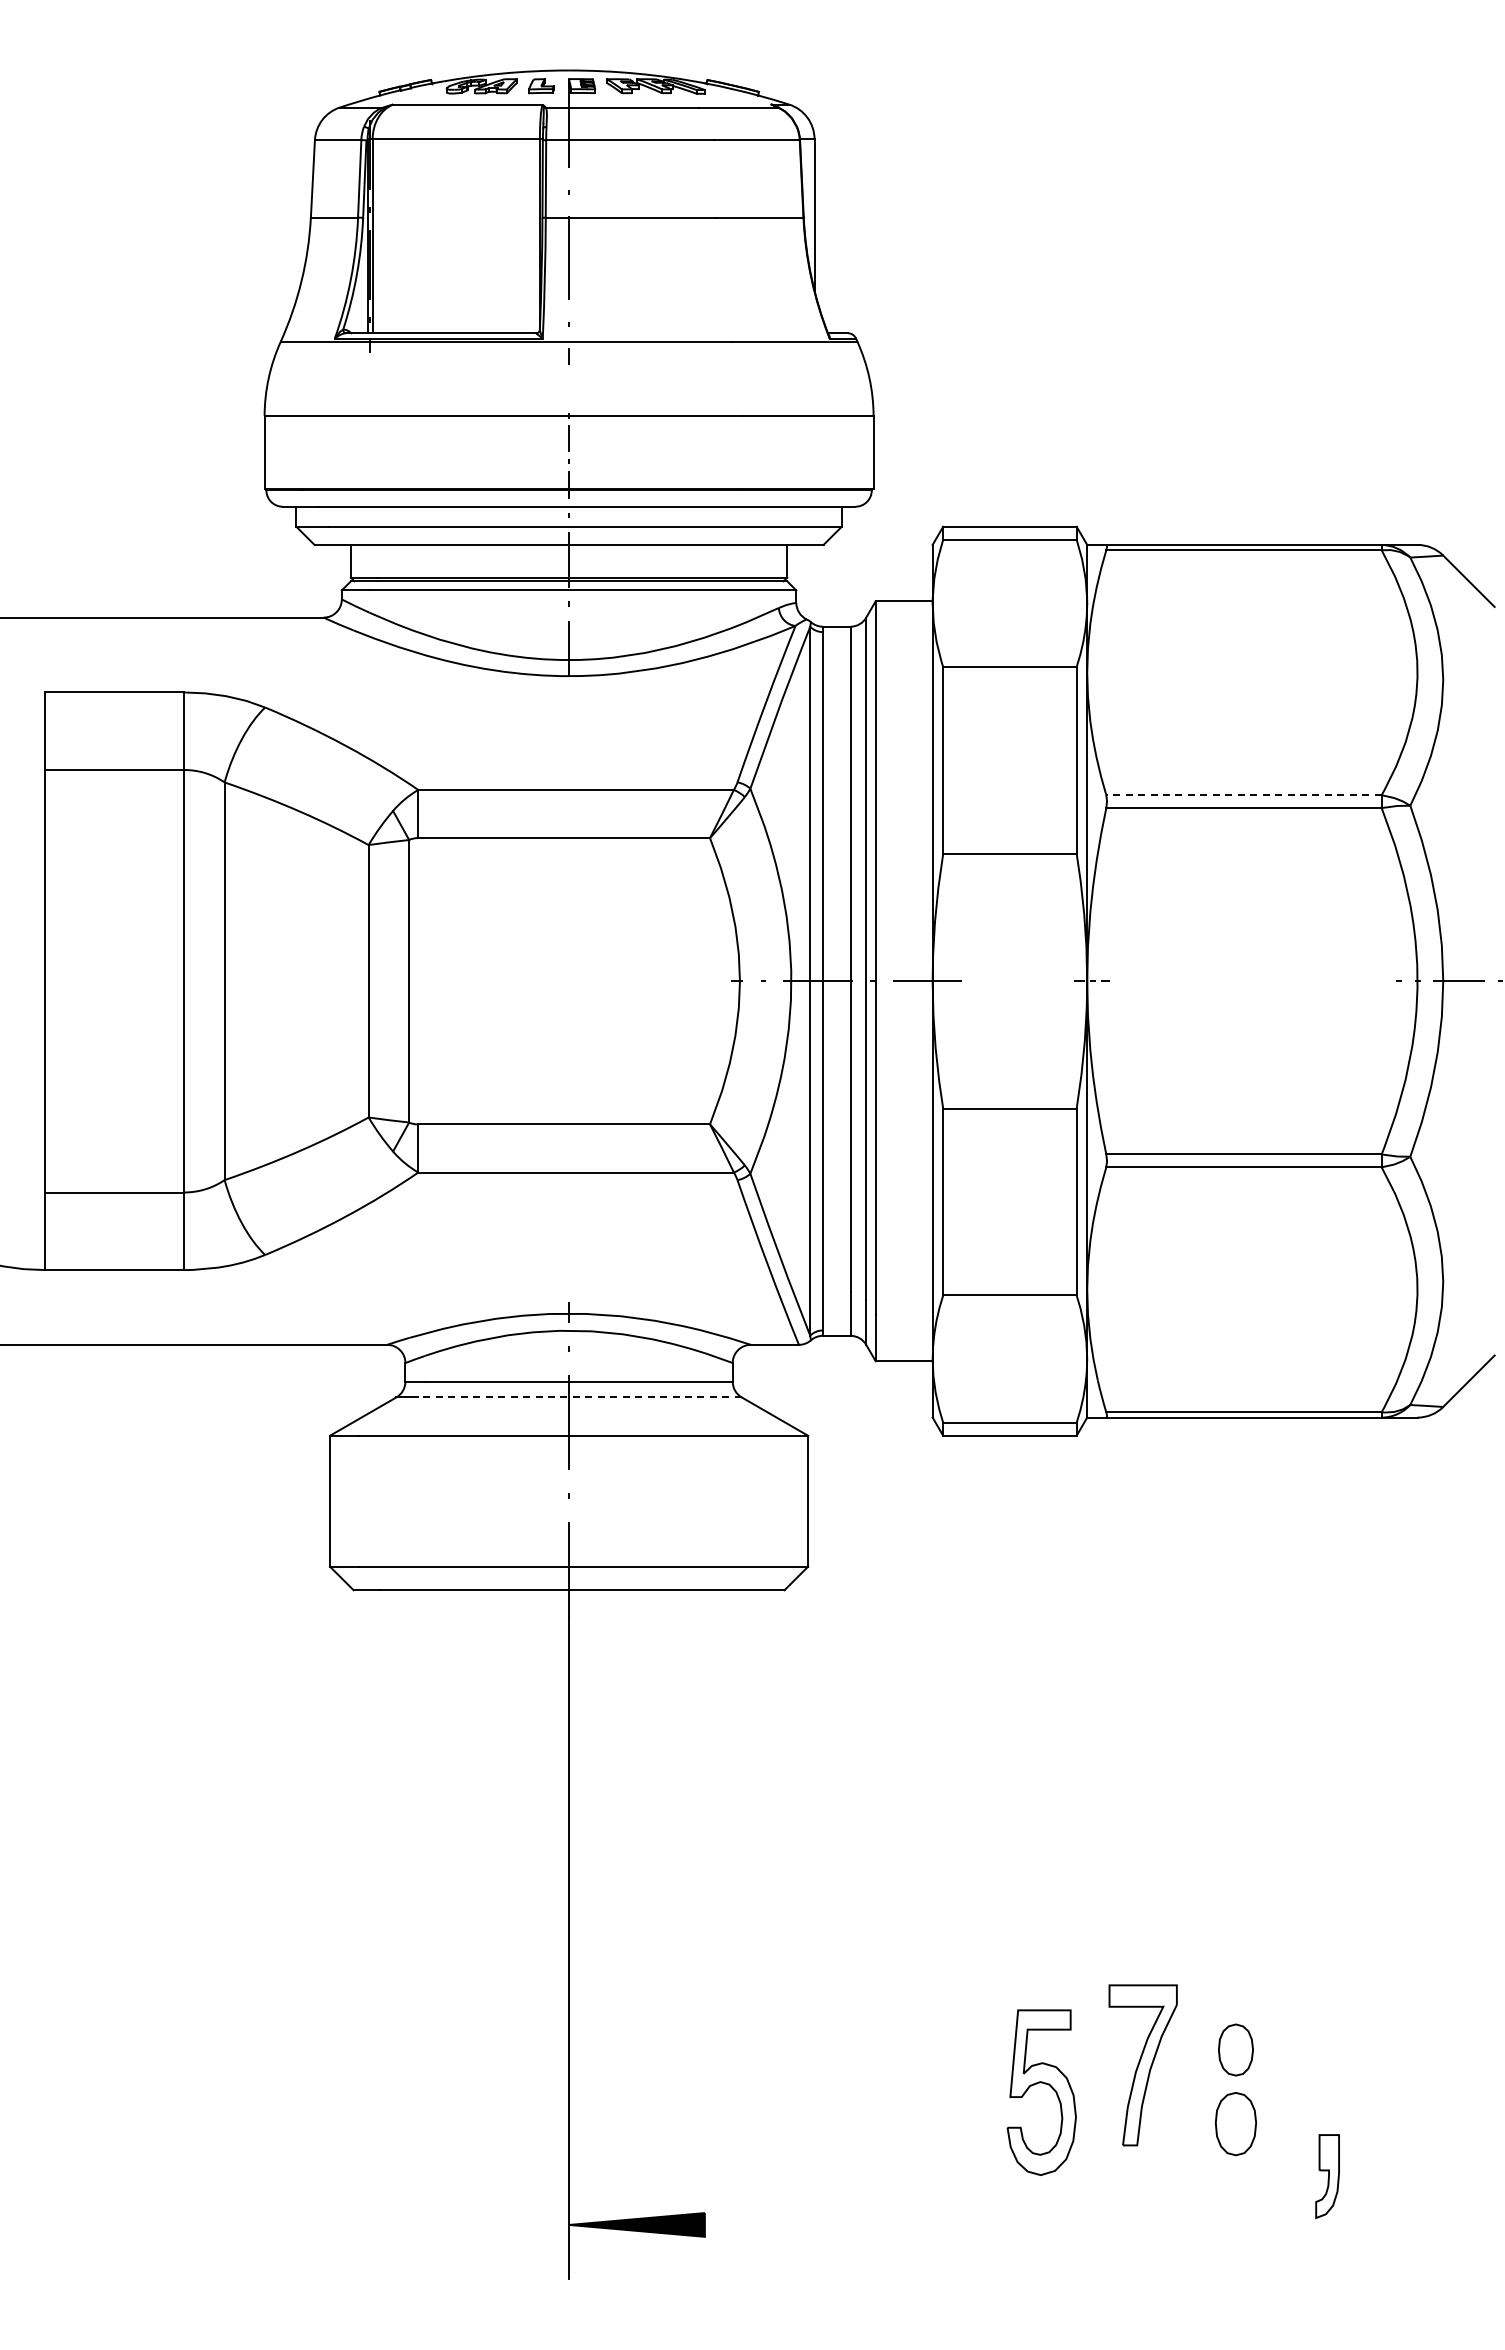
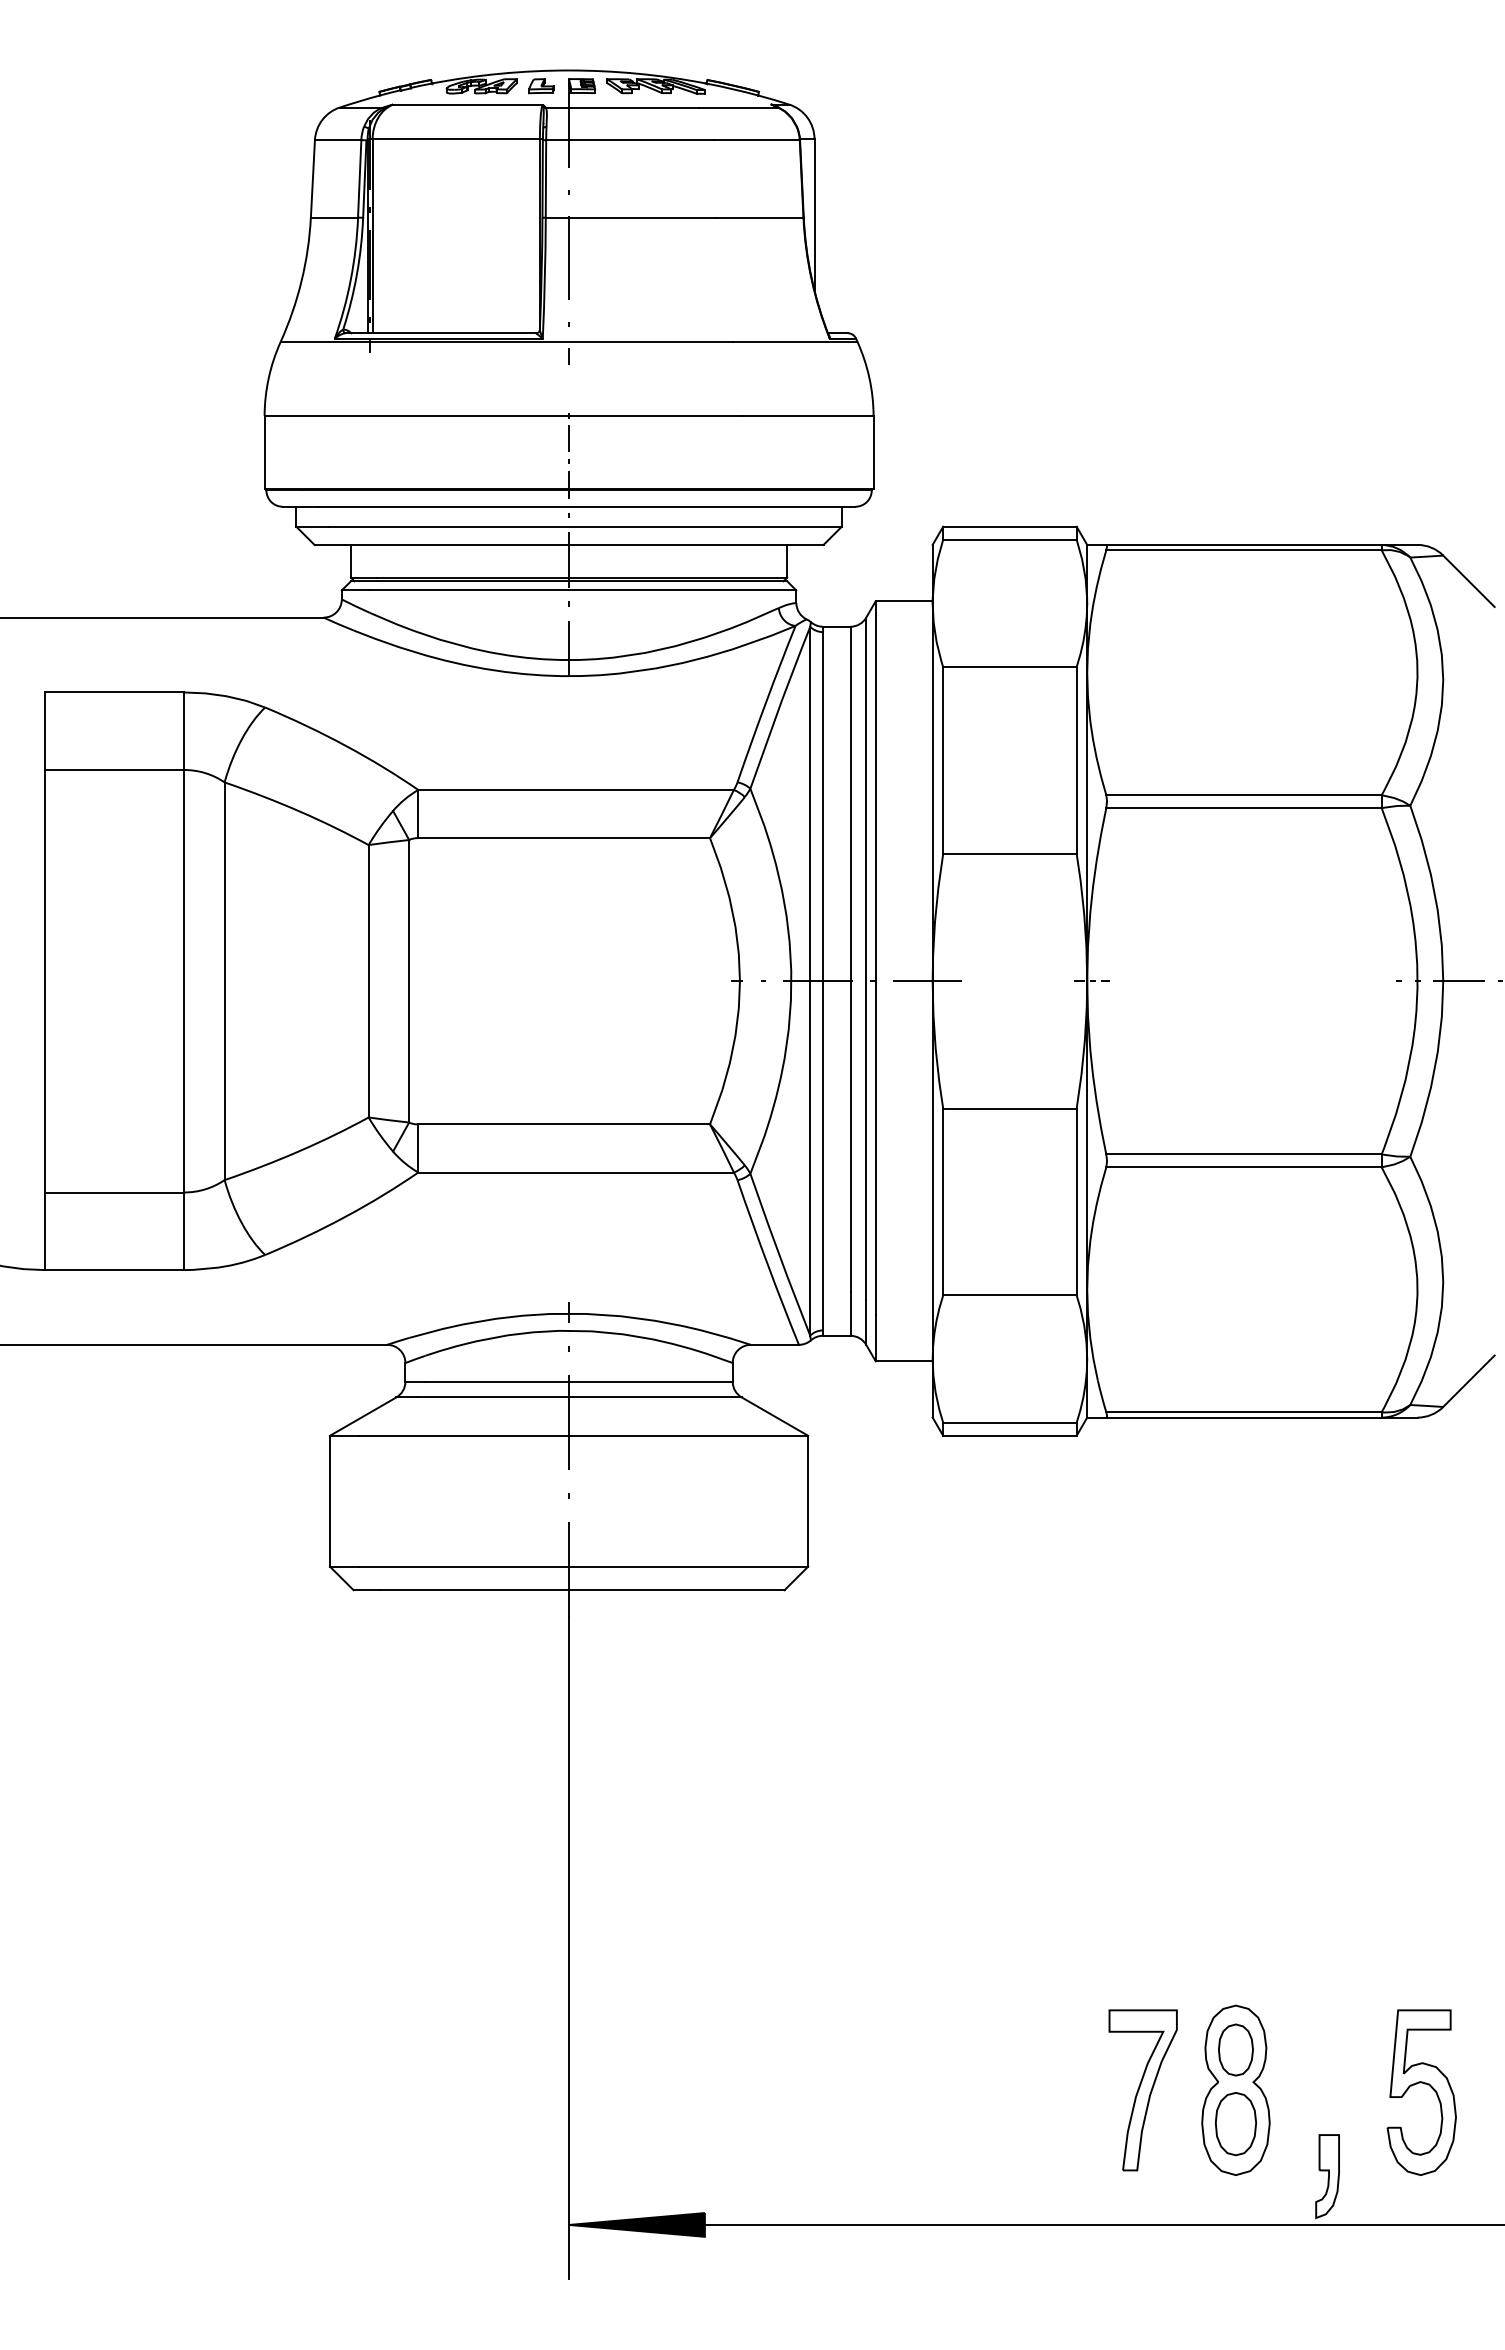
line at (1243, 795): dashed -> solid
line at (579, 1397): dashed -> solid
part at (1142, 2065) position: (1142, 2065) -> (1142, 2090)
part at (1044, 2084) position: (1044, 2084) -> (1424, 2084)
part at (1235, 2089): none -> present
line at (1102, 2224): none -> present
